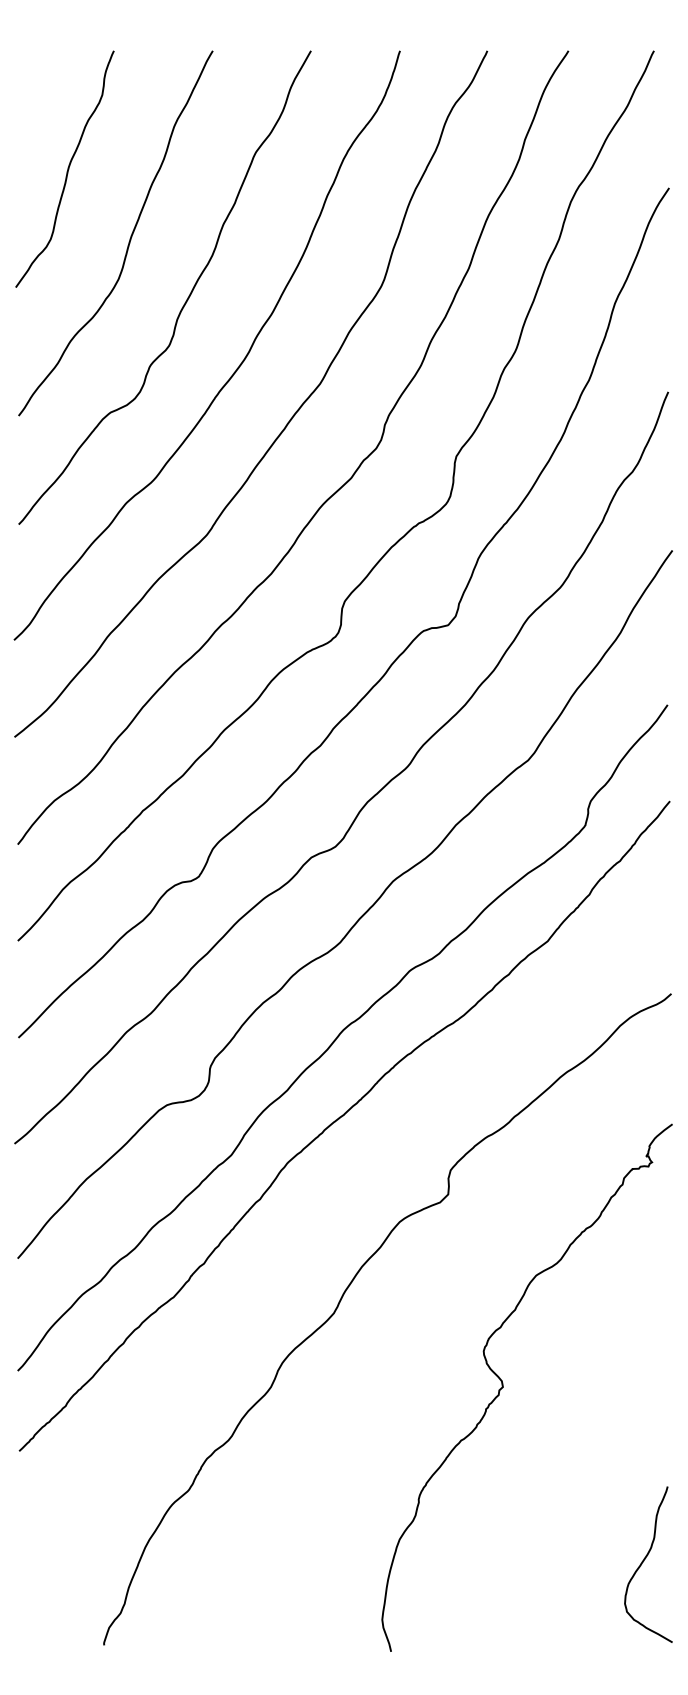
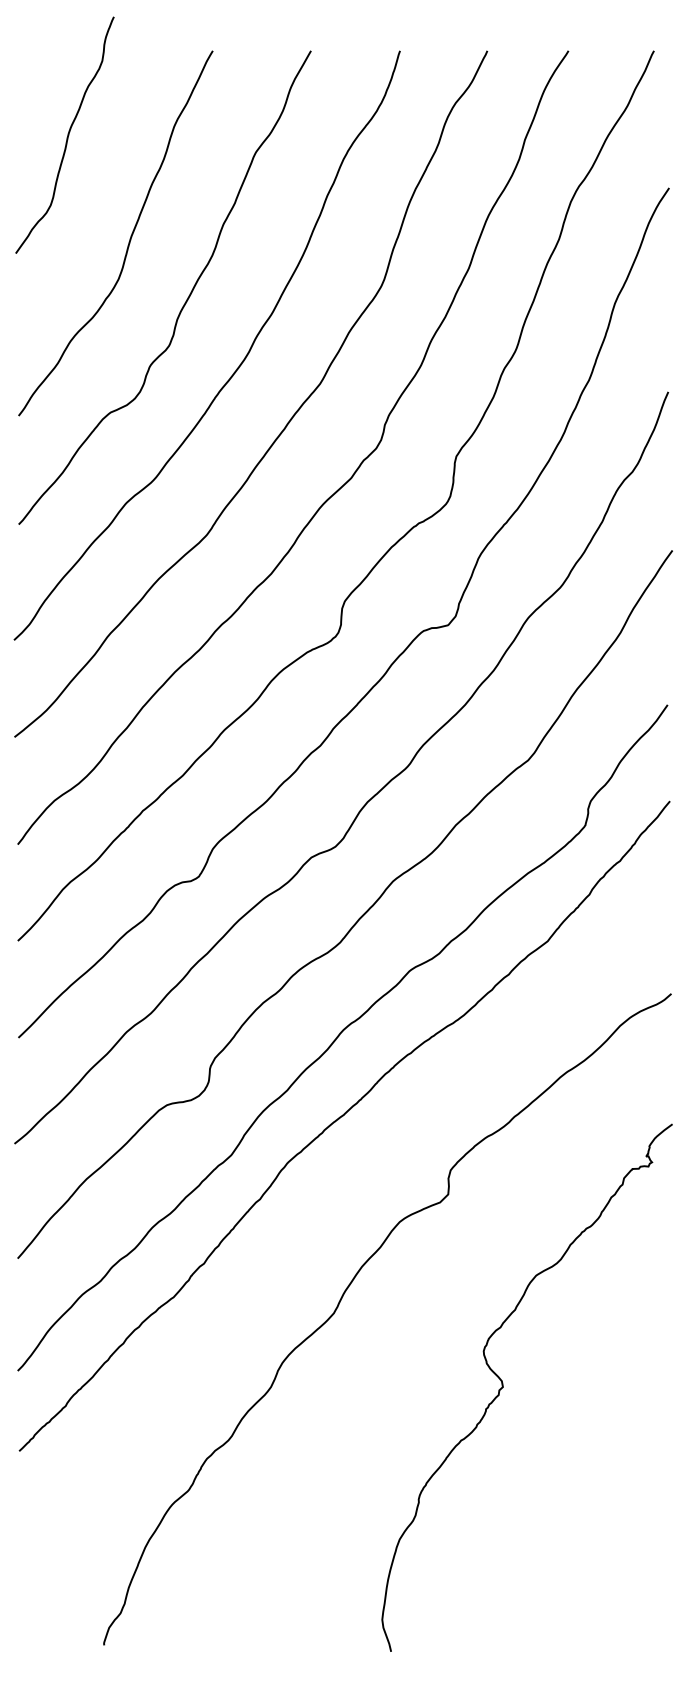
curve at (67, 168) position: (67, 168) -> (67, 134)
curve at (644, 1561): present -> none
